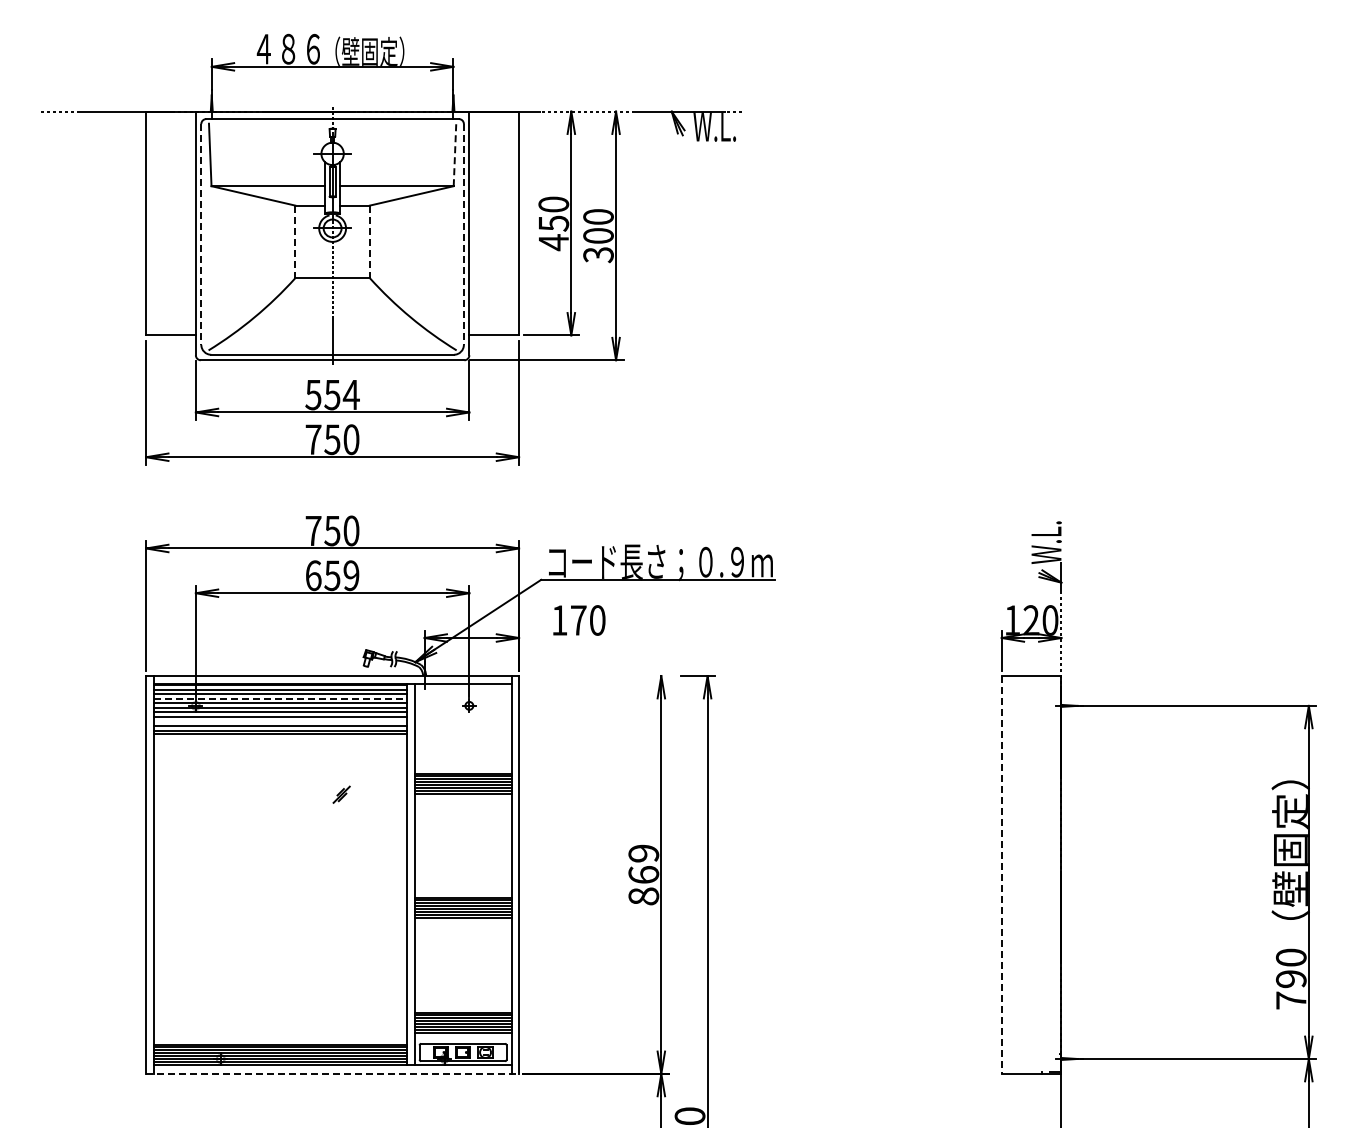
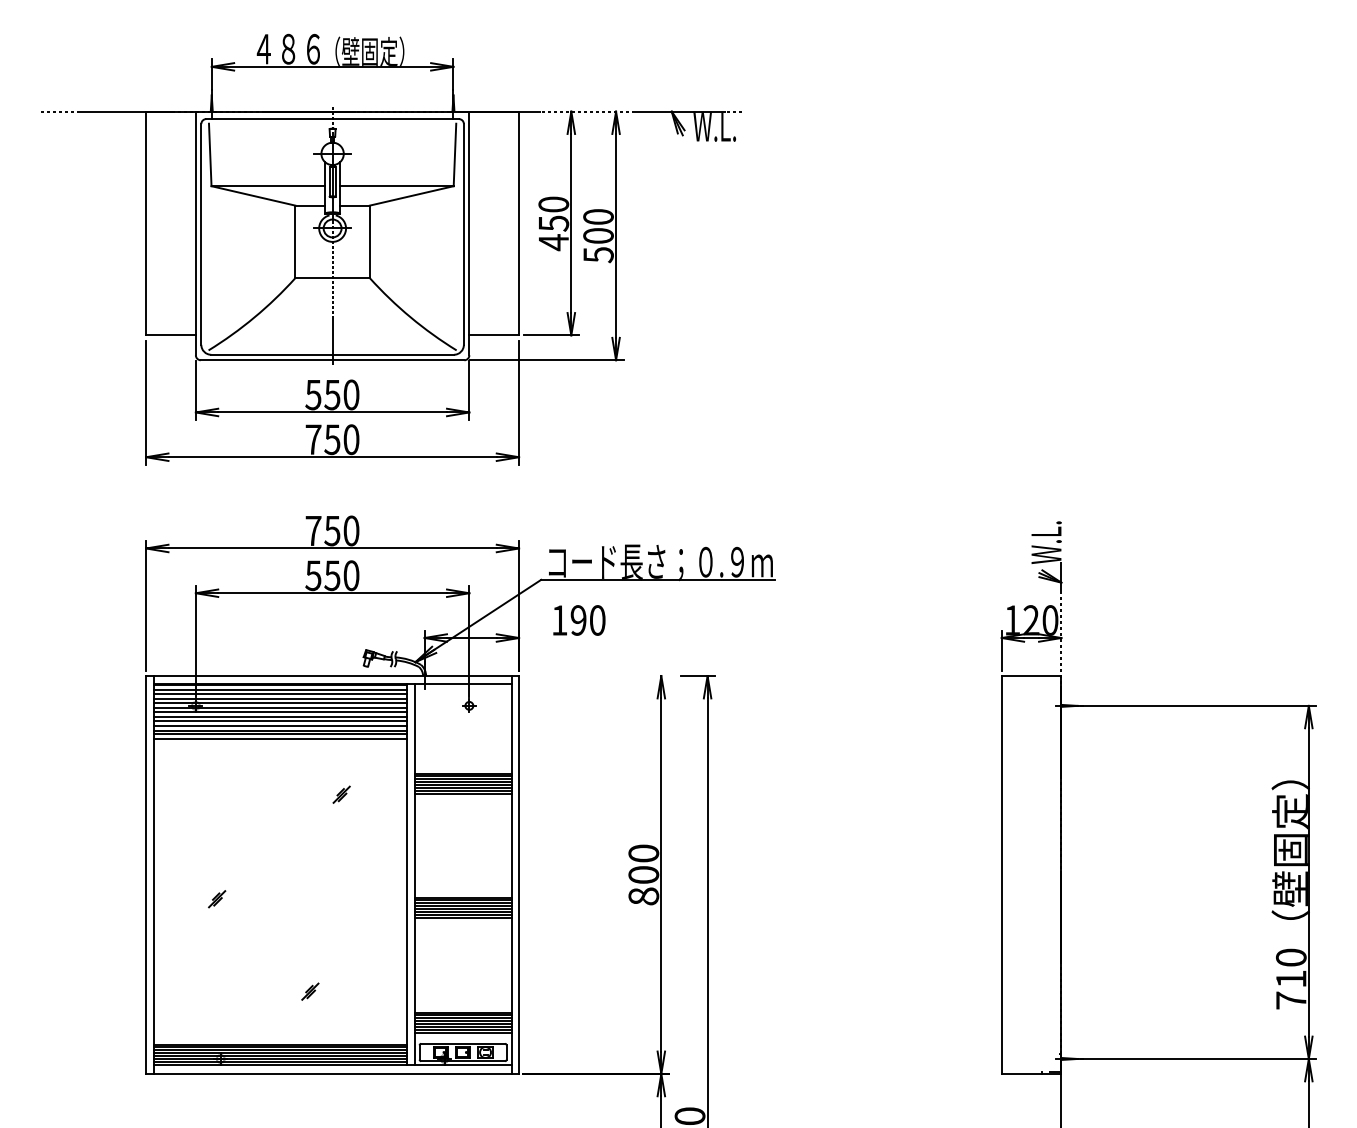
line at (455, 154): dashed -> solid
line at (201, 234): dashed -> solid
line at (463, 234): dashed -> solid
line at (295, 242): dashed -> solid
line at (369, 242): dashed -> solid
text at (598, 254): 300 -> 500
text at (350, 394): 554 -> 550
text at (332, 575): 659 -> 550
text at (578, 620): 170 -> 190
line at (280, 698): dashed -> solid
line at (280, 721): none -> present
line at (280, 738): none -> present
text at (643, 863): 869 -> 800
line at (1001, 874): dashed -> solid
part at (217, 899): none -> present
text at (1291, 979): 790 -> 710
part at (310, 991): none -> present
line at (333, 1073): dashed -> solid
